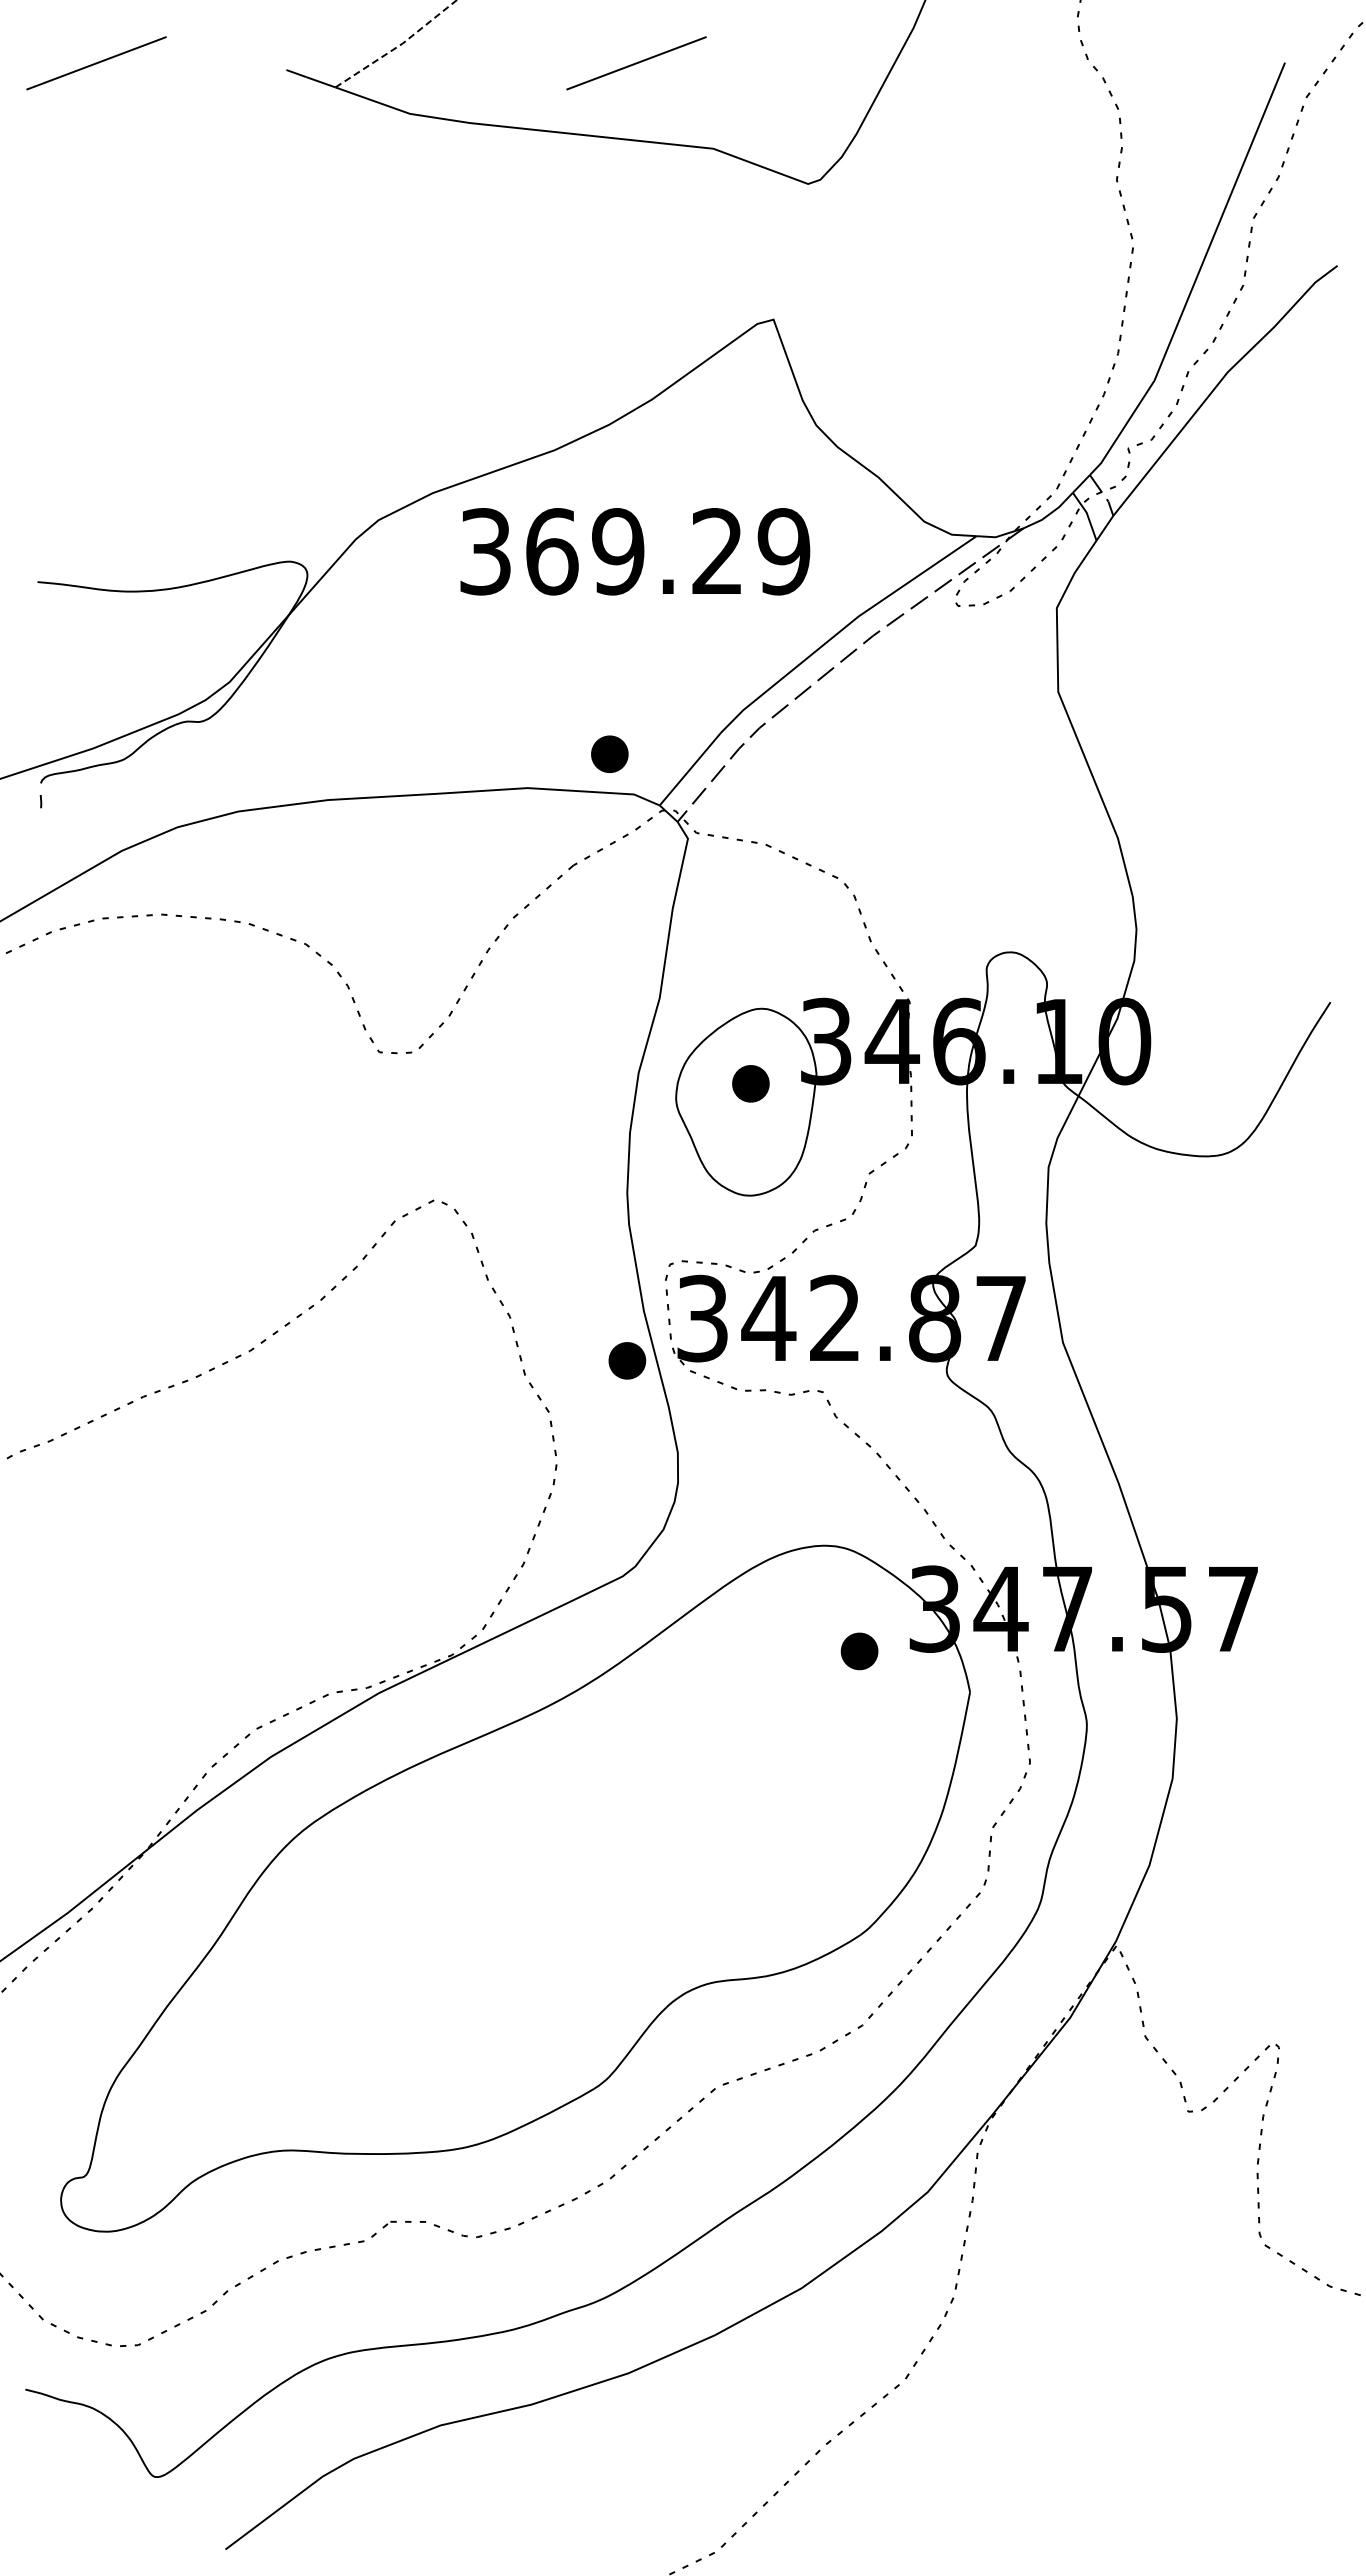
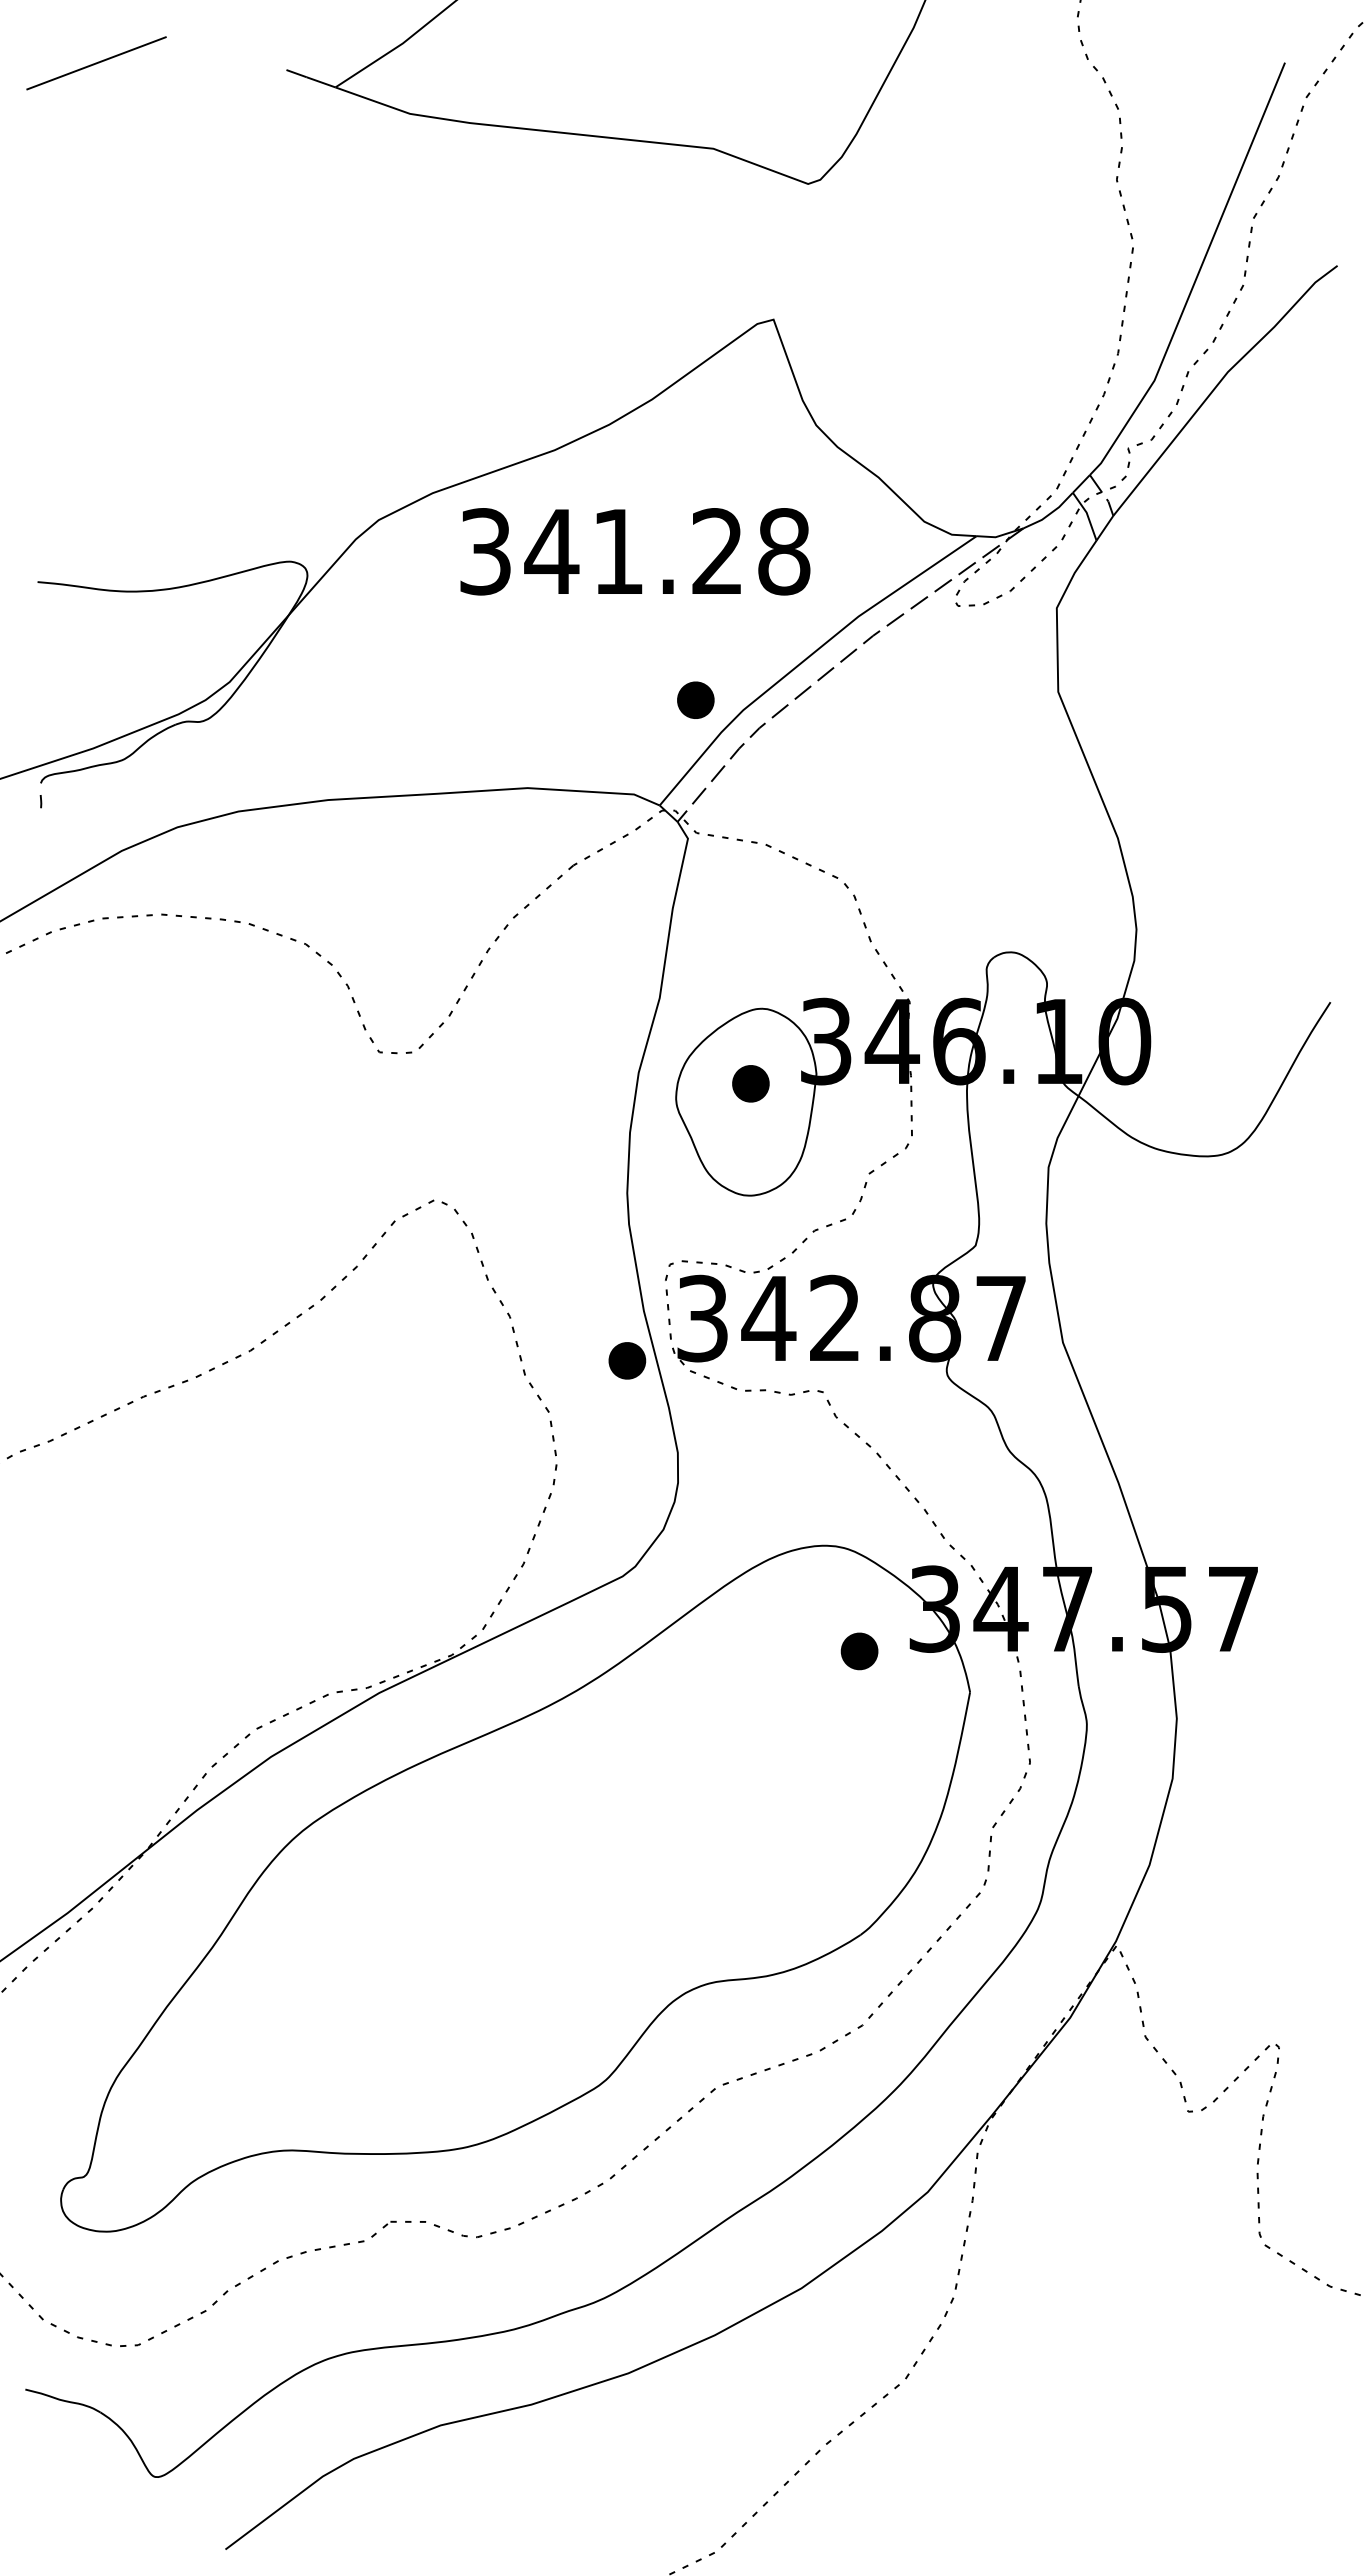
line at (398, 46): dashed -> solid
line at (636, 63): present -> none
text at (667, 551): 369.29 -> 341.28
part at (609, 753) position: (609, 753) -> (695, 699)
